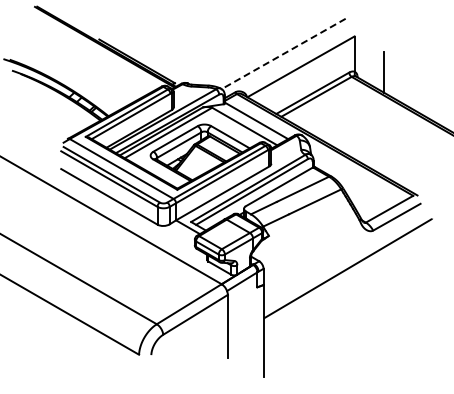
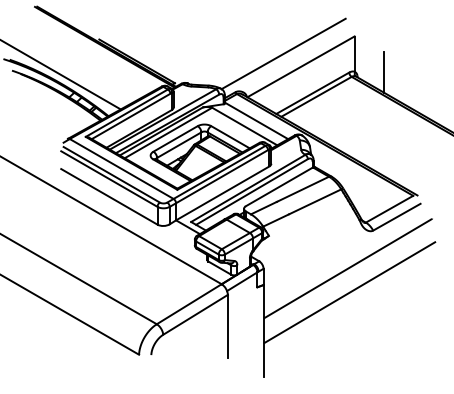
line at (283, 54): dashed -> solid
line at (61, 75): none -> present
line at (349, 292): none -> present
